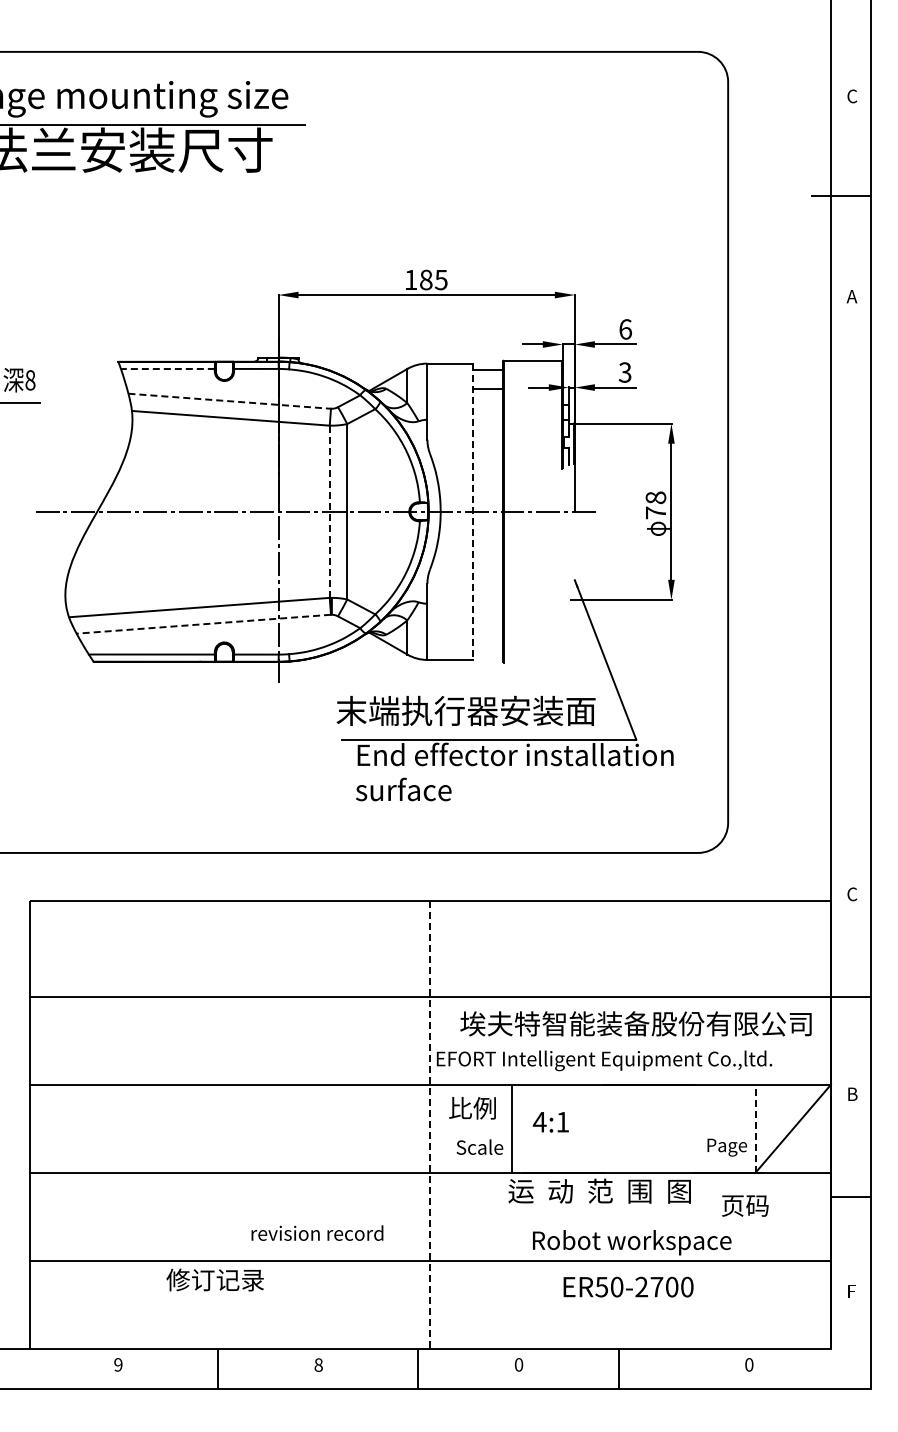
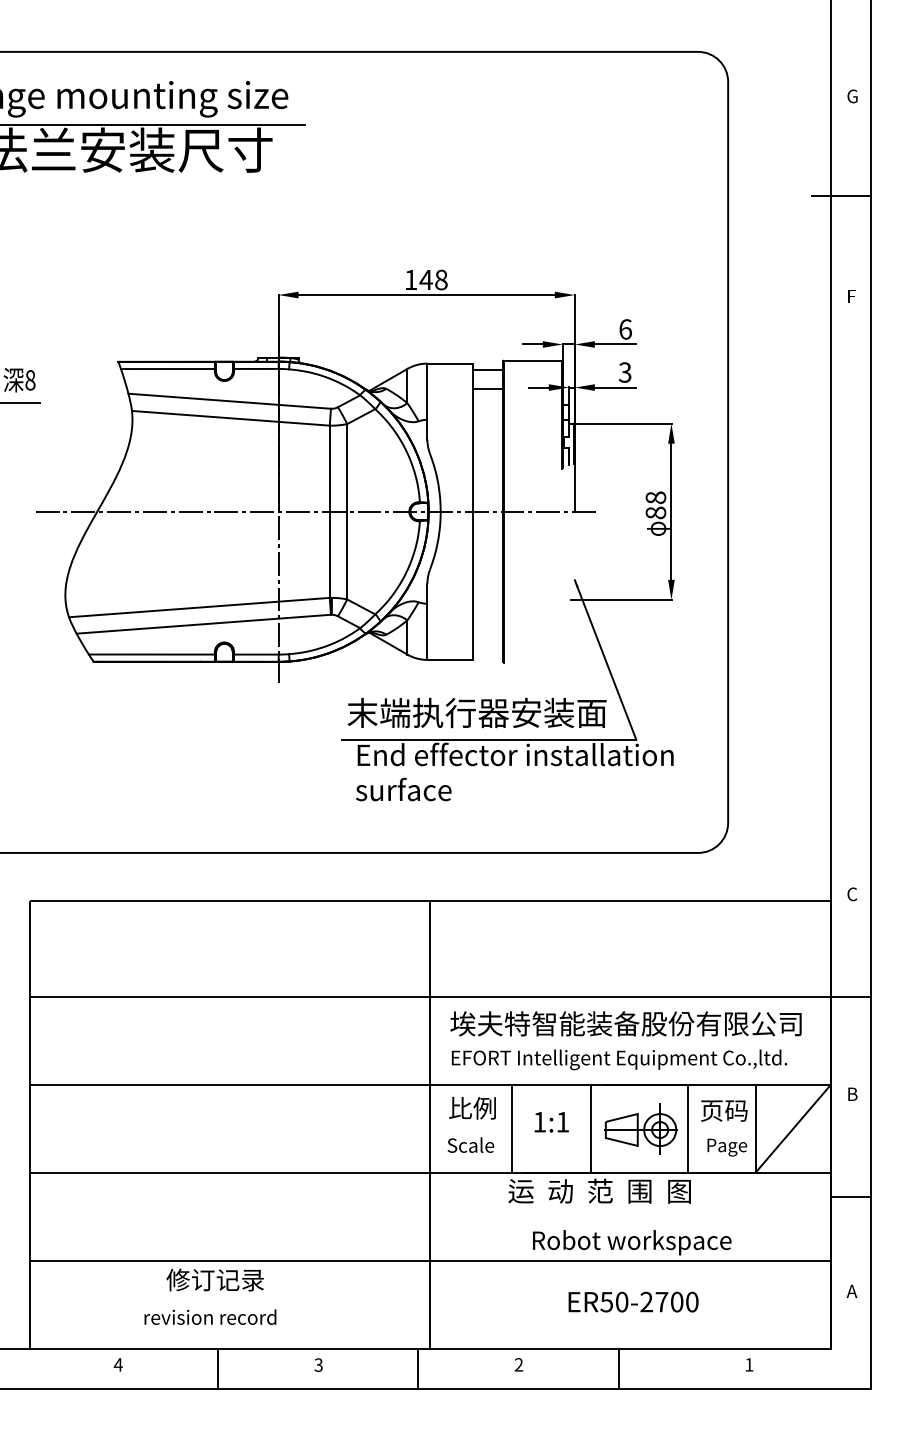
text at (855, 96): C -> G
text at (433, 279): 185 -> 148
text at (851, 296): A -> F
line at (167, 369): dashed -> solid
line at (229, 401): dashed -> solid
line at (329, 511): dashed -> solid
line at (472, 512): dashed -> solid
text at (655, 512): 78 -> 88
line at (203, 624): dashed -> solid
text at (465, 710) position: (465, 710) -> (476, 712)
text at (635, 1023) position: (635, 1023) -> (625, 1023)
text at (604, 1060) position: (604, 1060) -> (619, 1059)
text at (539, 1122): 4:1 -> 1:1
line at (430, 1125): dashed -> solid
line at (591, 1128): none -> present
part at (640, 1128): none -> present
line at (687, 1128): none -> present
line at (755, 1128): dashed -> solid
text at (479, 1146) position: (479, 1146) -> (470, 1144)
text at (745, 1205) position: (745, 1205) -> (724, 1110)
text at (317, 1232) position: (317, 1232) -> (210, 1316)
text at (628, 1286) position: (628, 1286) -> (633, 1301)
text at (851, 1291): F -> A
text at (117, 1364): 9 -> 4
text at (318, 1364): 8 -> 3
text at (518, 1364): 0 -> 2
text at (749, 1364): 0 -> 1
